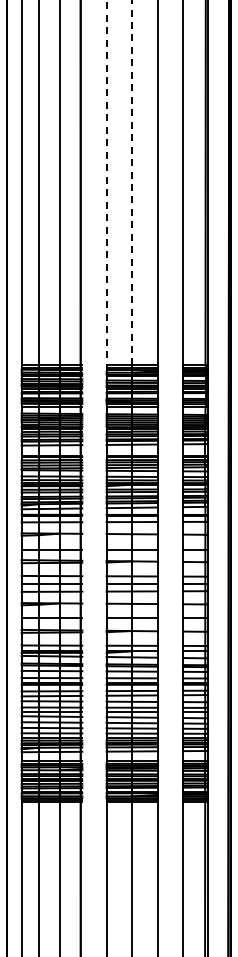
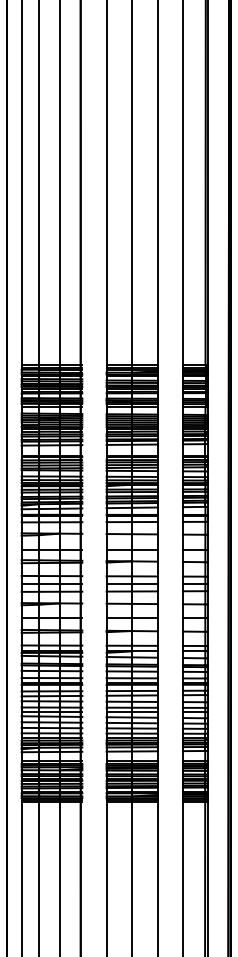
line at (131, 182): dashed -> solid
line at (106, 183): dashed -> solid
